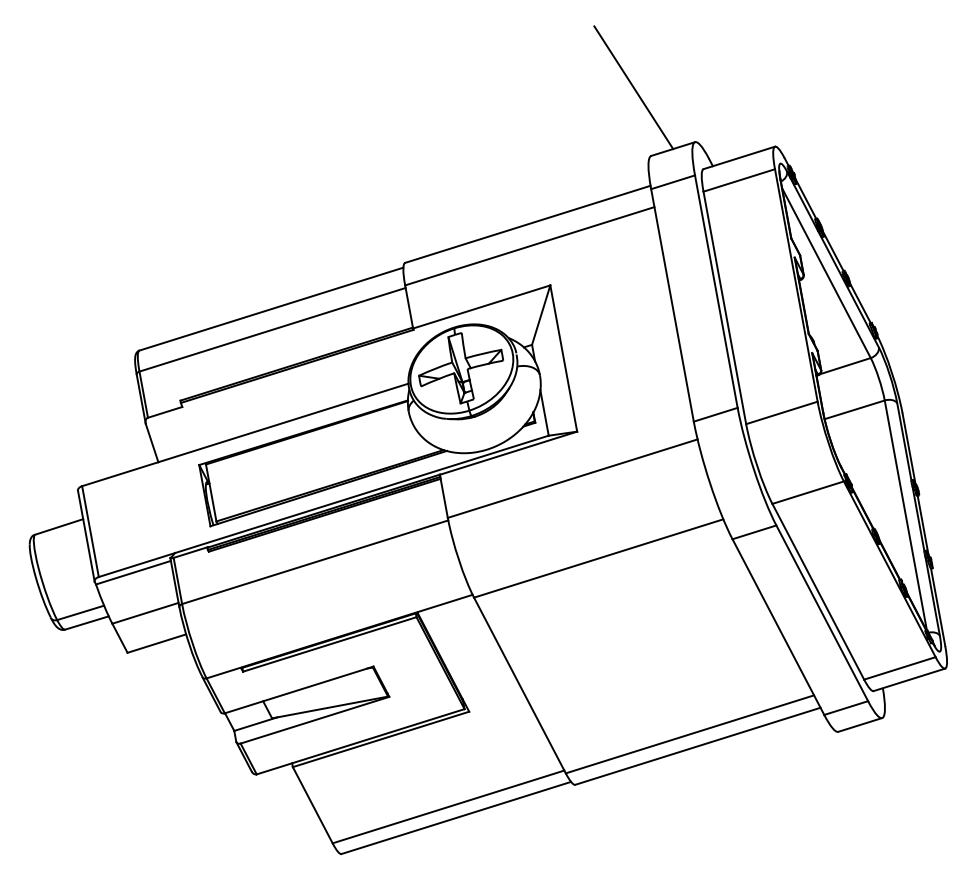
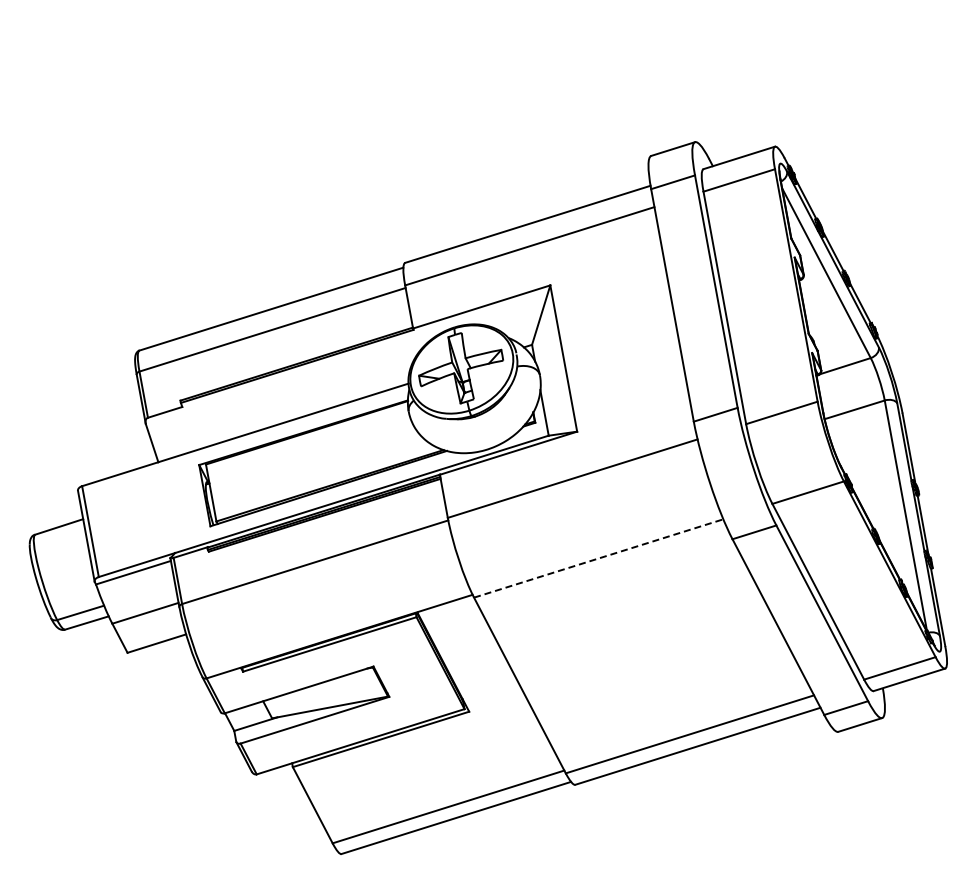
line at (633, 87): present -> none
line at (598, 558): solid -> dashed
